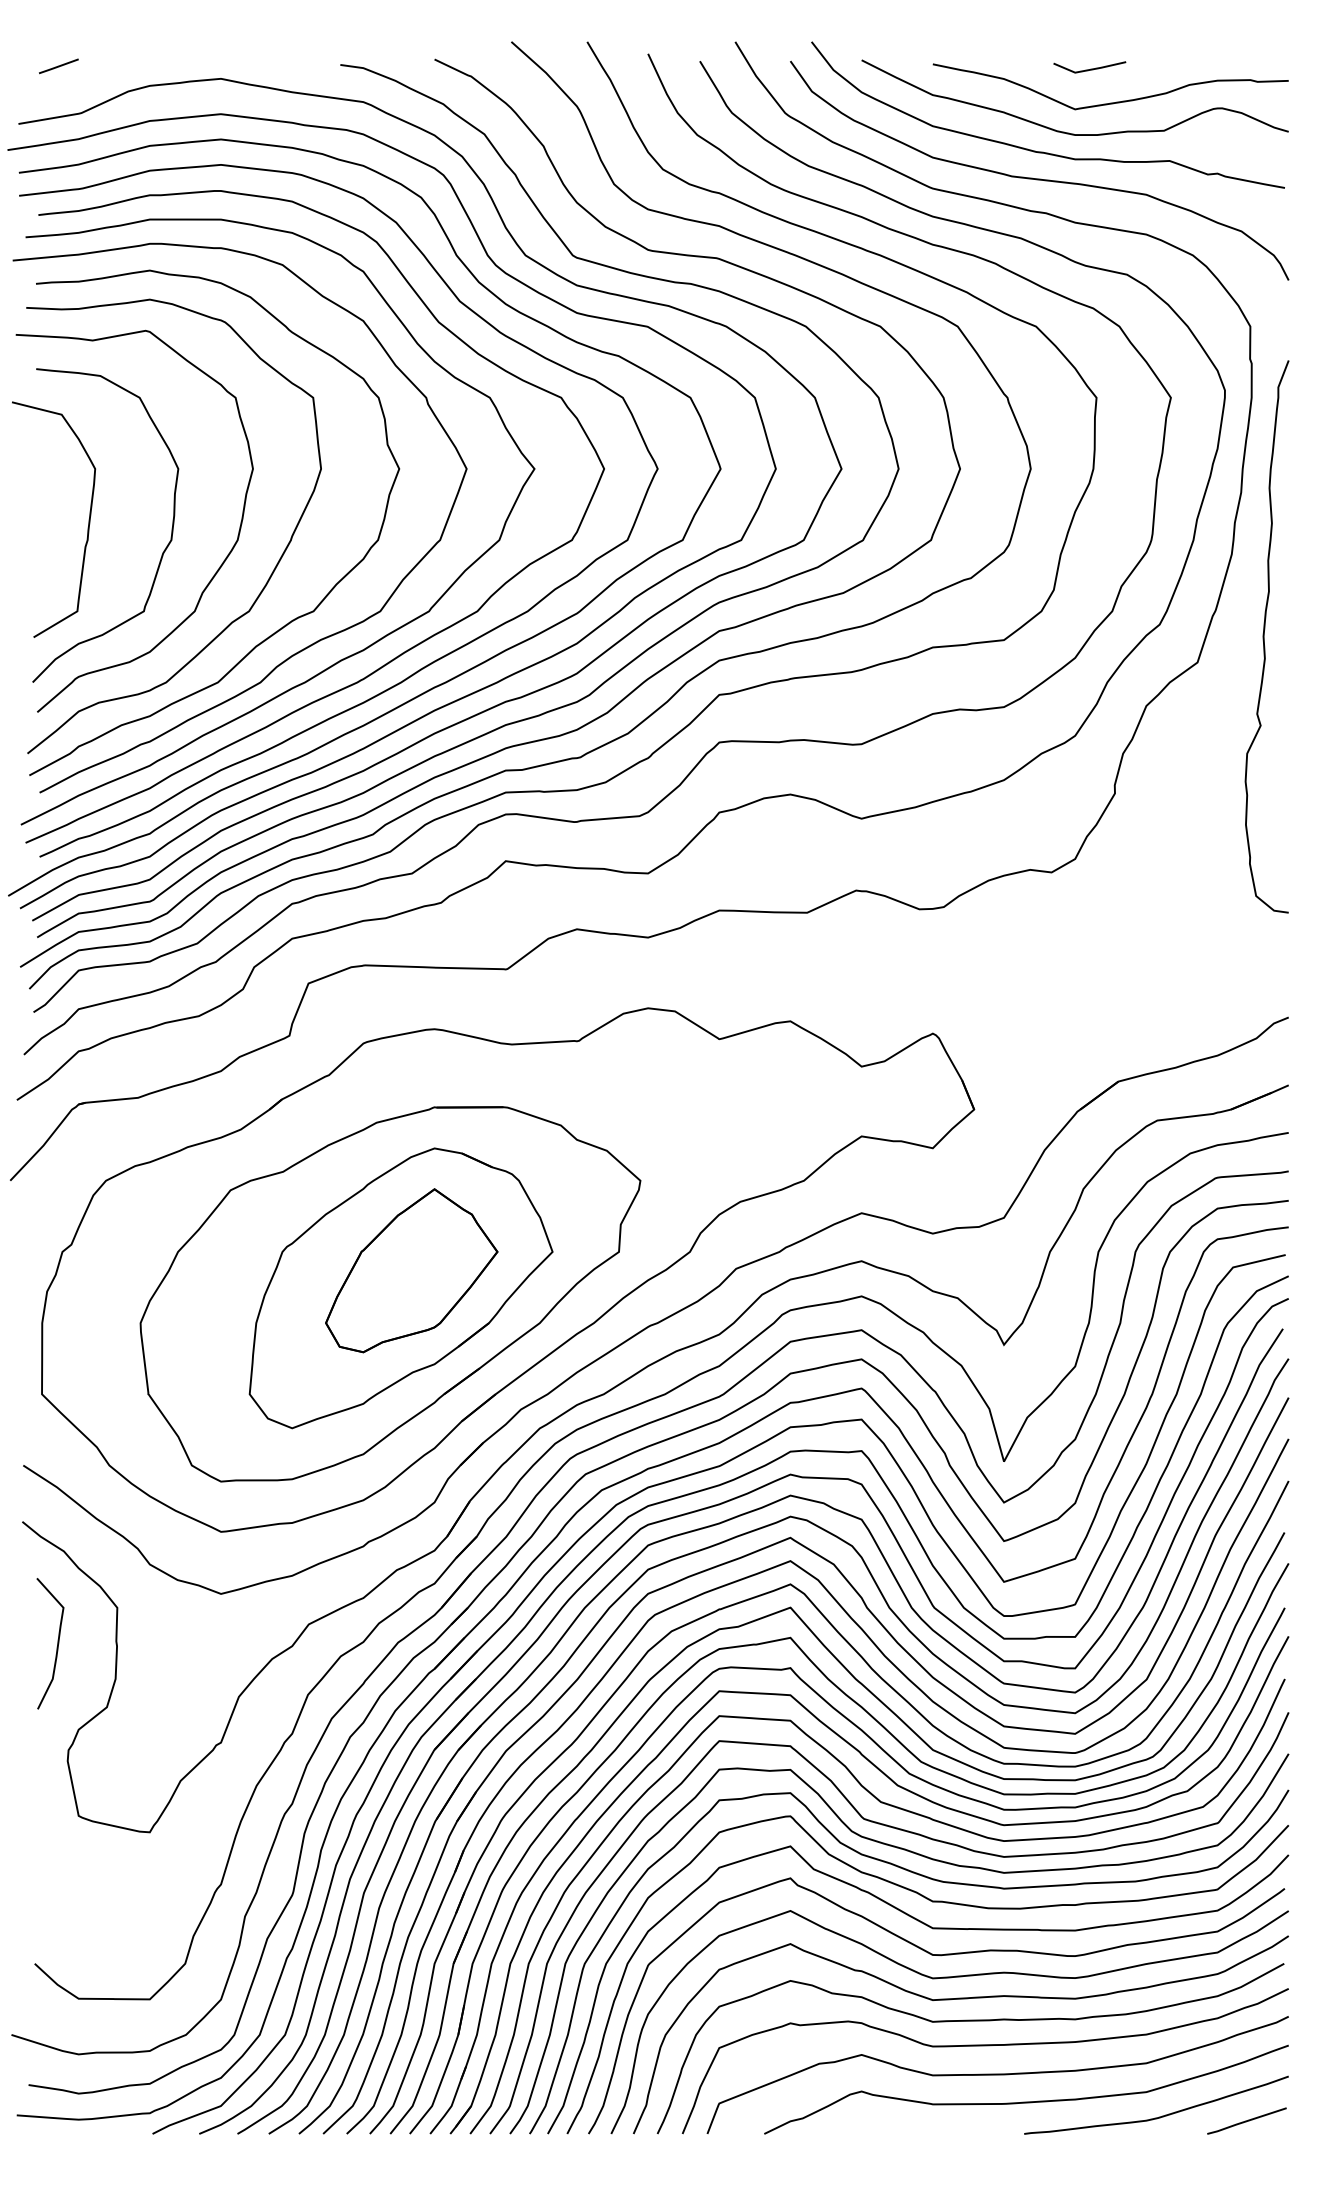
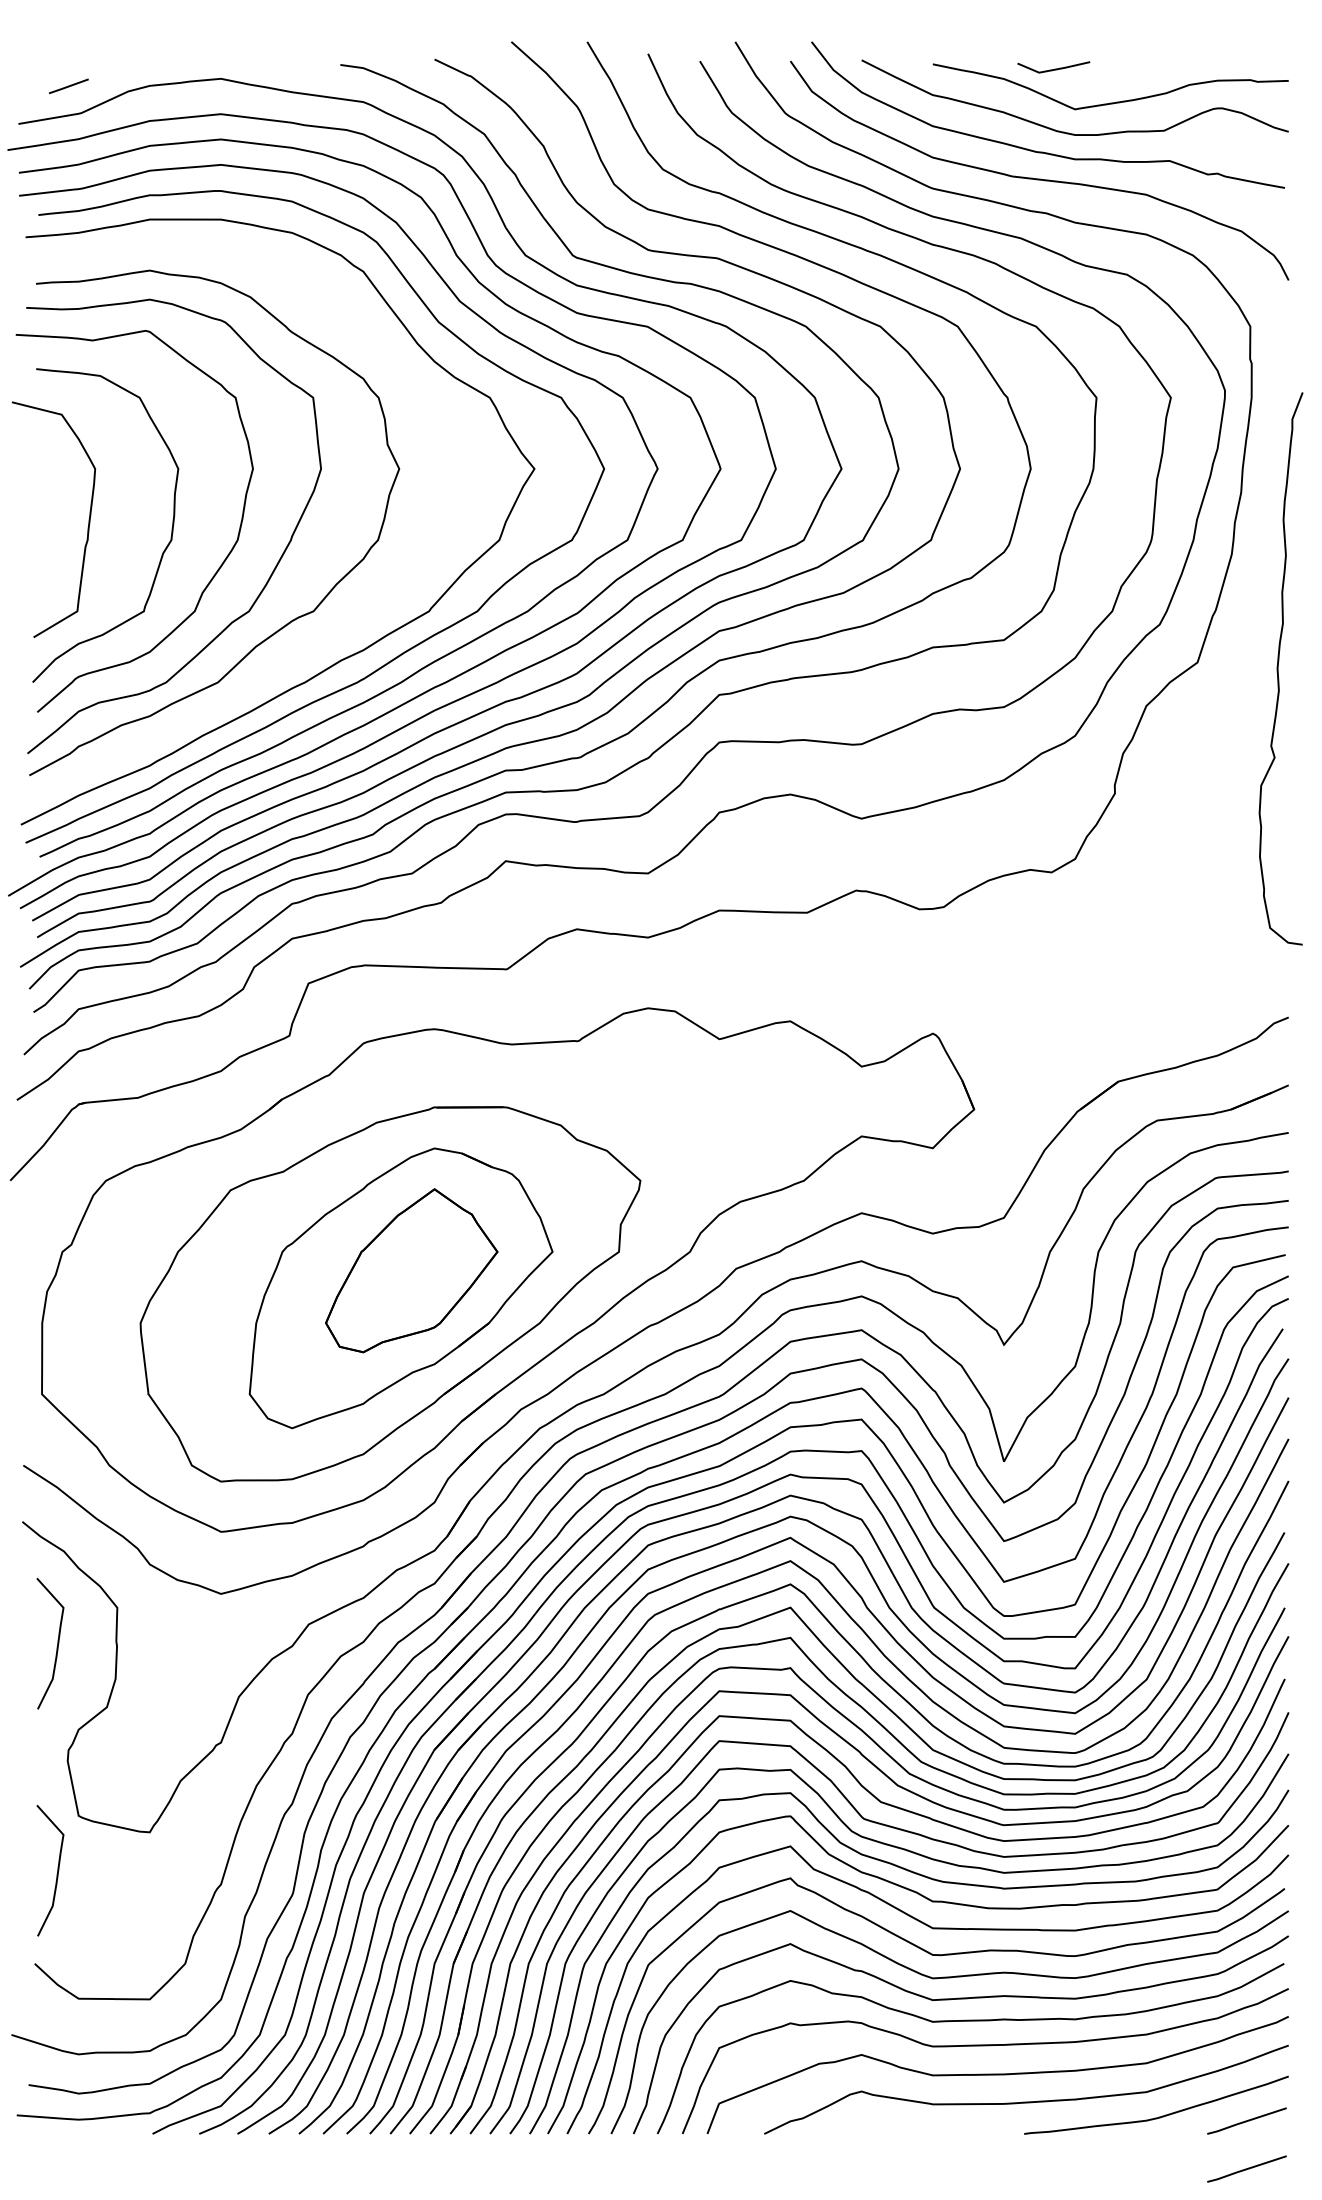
line at (58, 66) position: (58, 66) -> (68, 86)
line at (1090, 68) position: (1090, 68) -> (1054, 68)
curve at (1264, 636) position: (1264, 636) -> (1278, 668)
curve at (306, 646): present -> none
curve at (57, 1870): none -> present
line at (1246, 2168): none -> present
